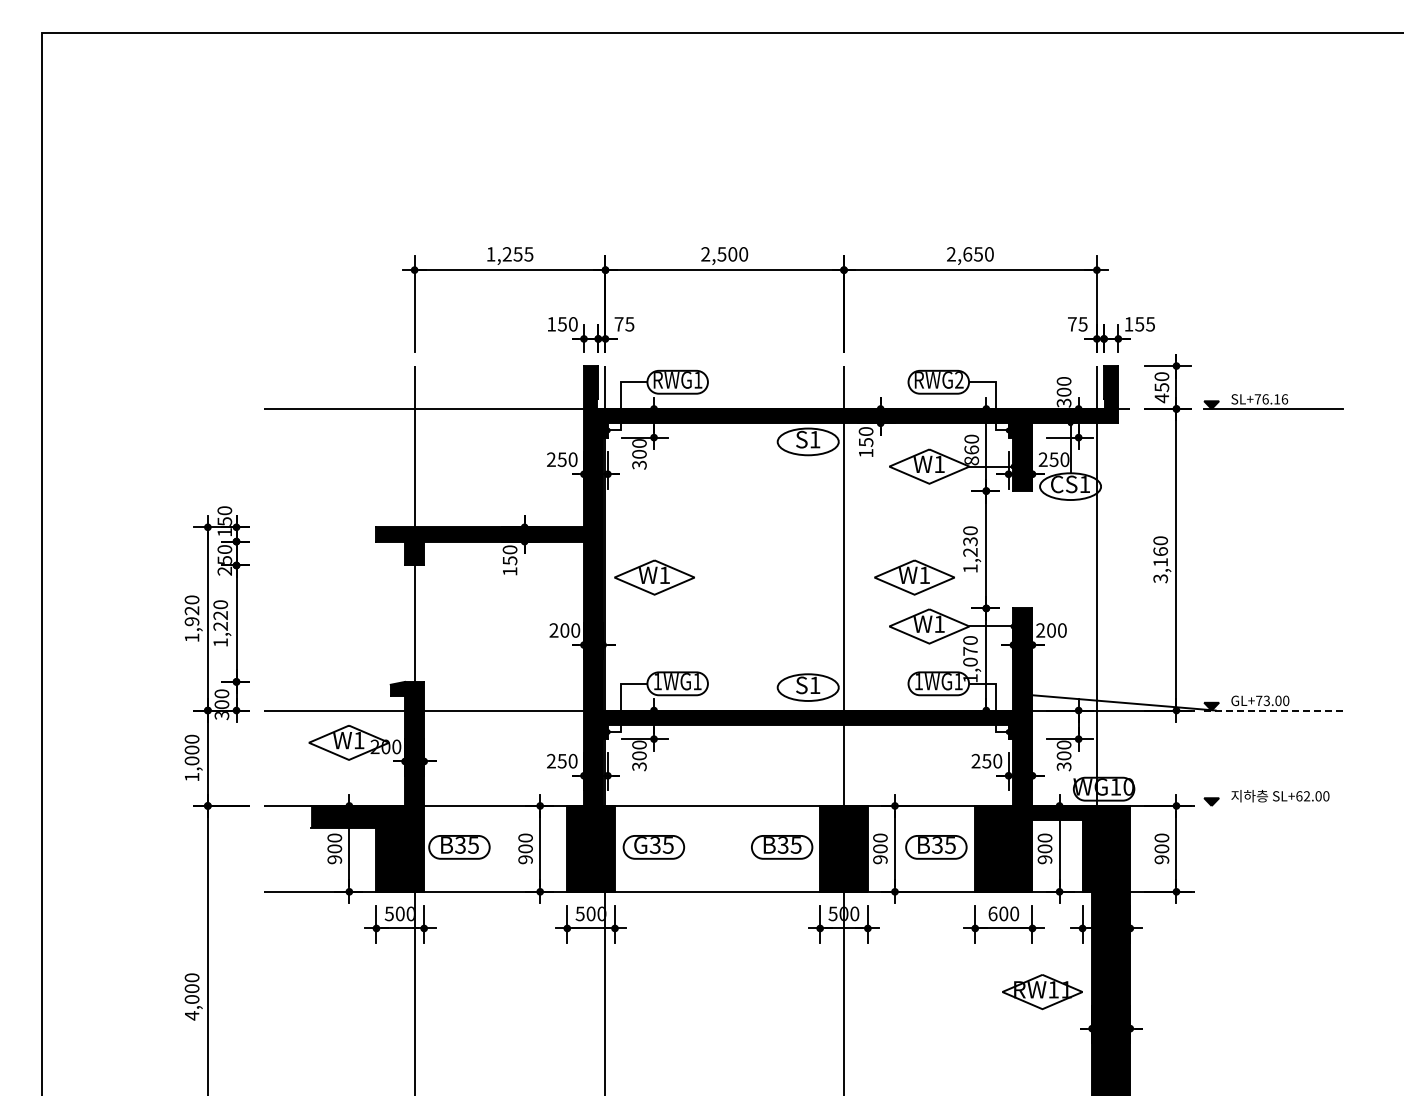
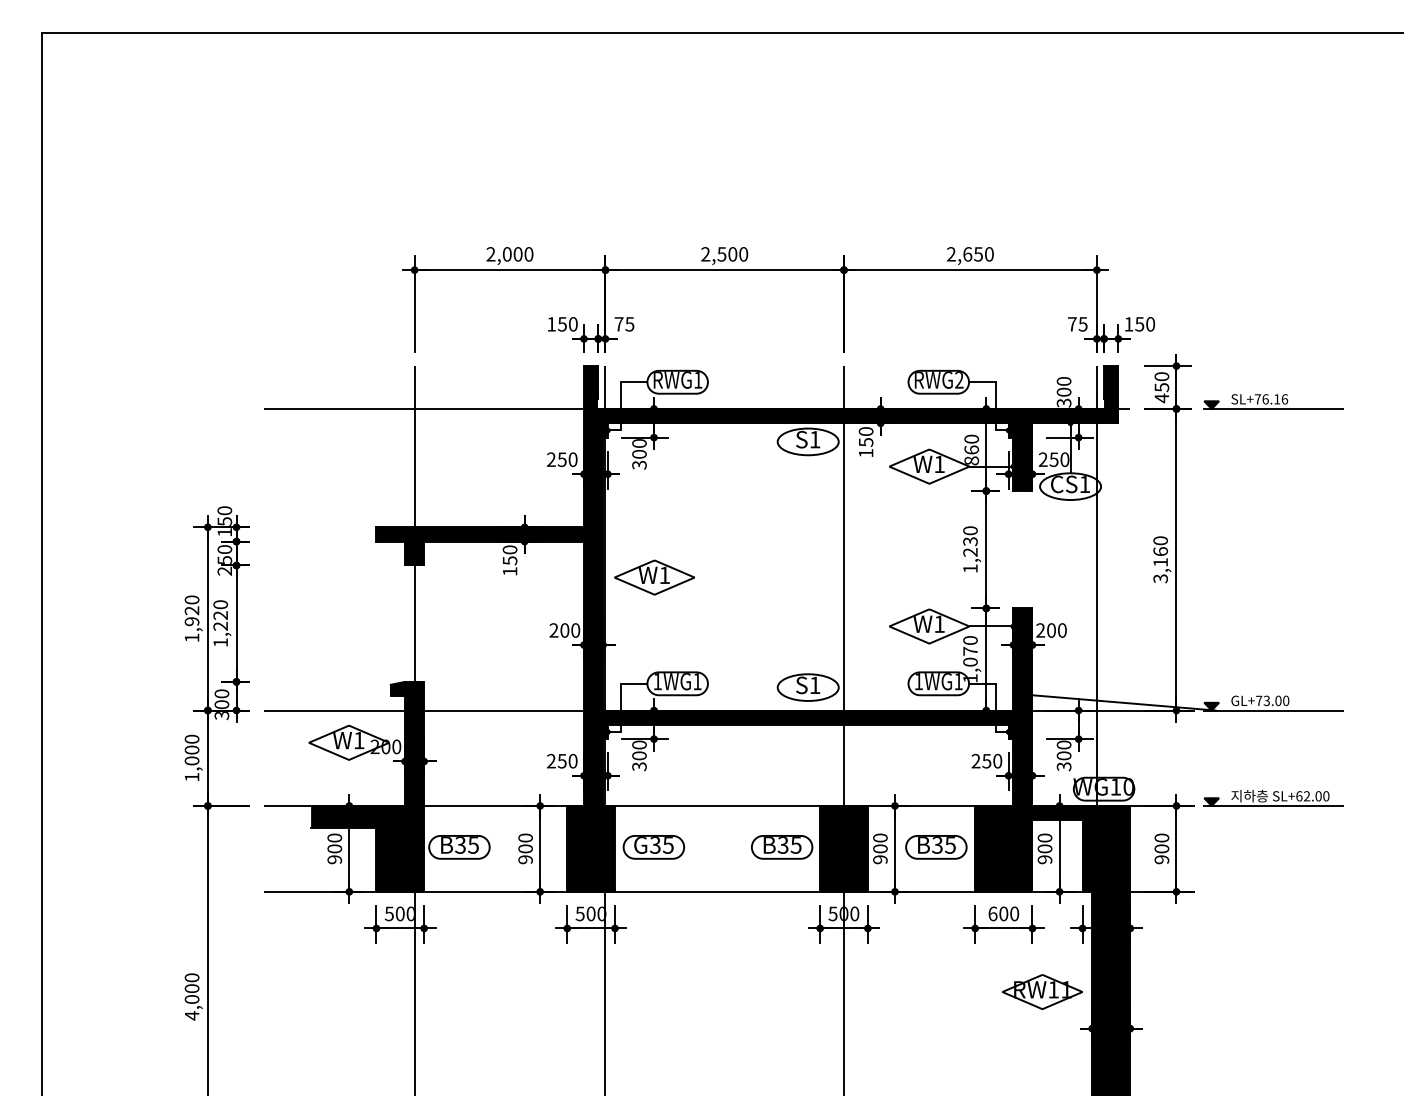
text at (509, 254): 1,255 -> 2,000
text at (1150, 324): 155 -> 150
part at (914, 577): present -> none
line at (1273, 710): dashed -> solid
line at (1273, 805): none -> present
